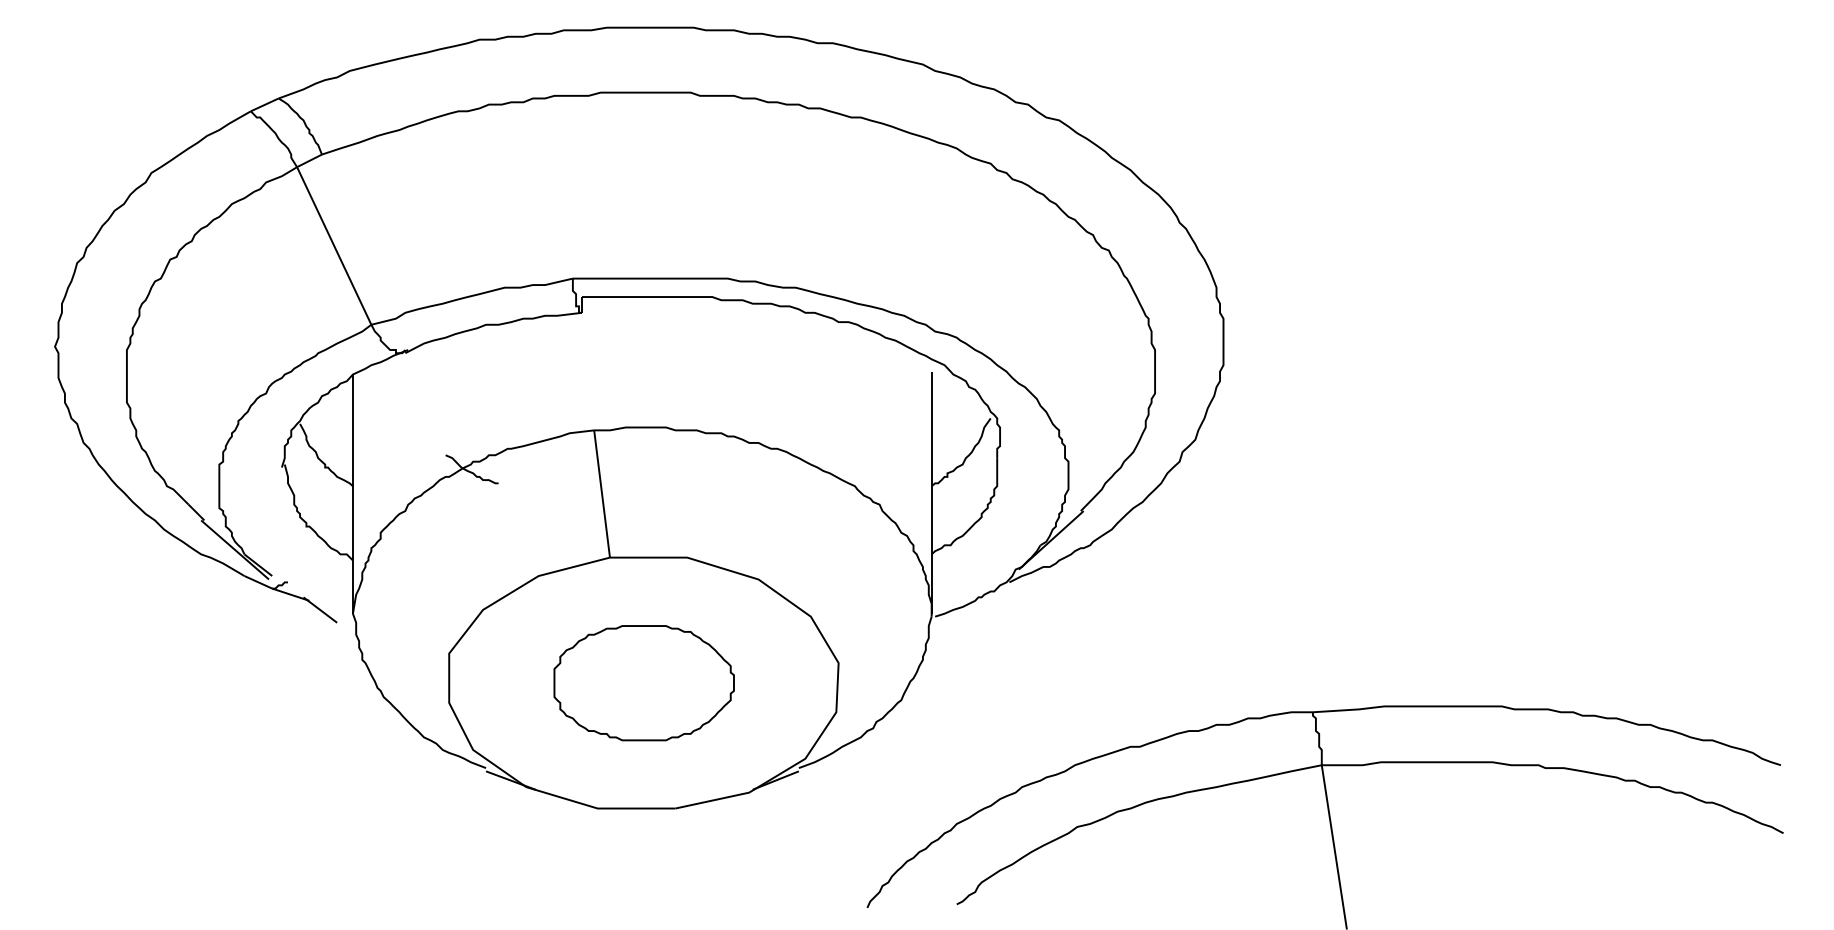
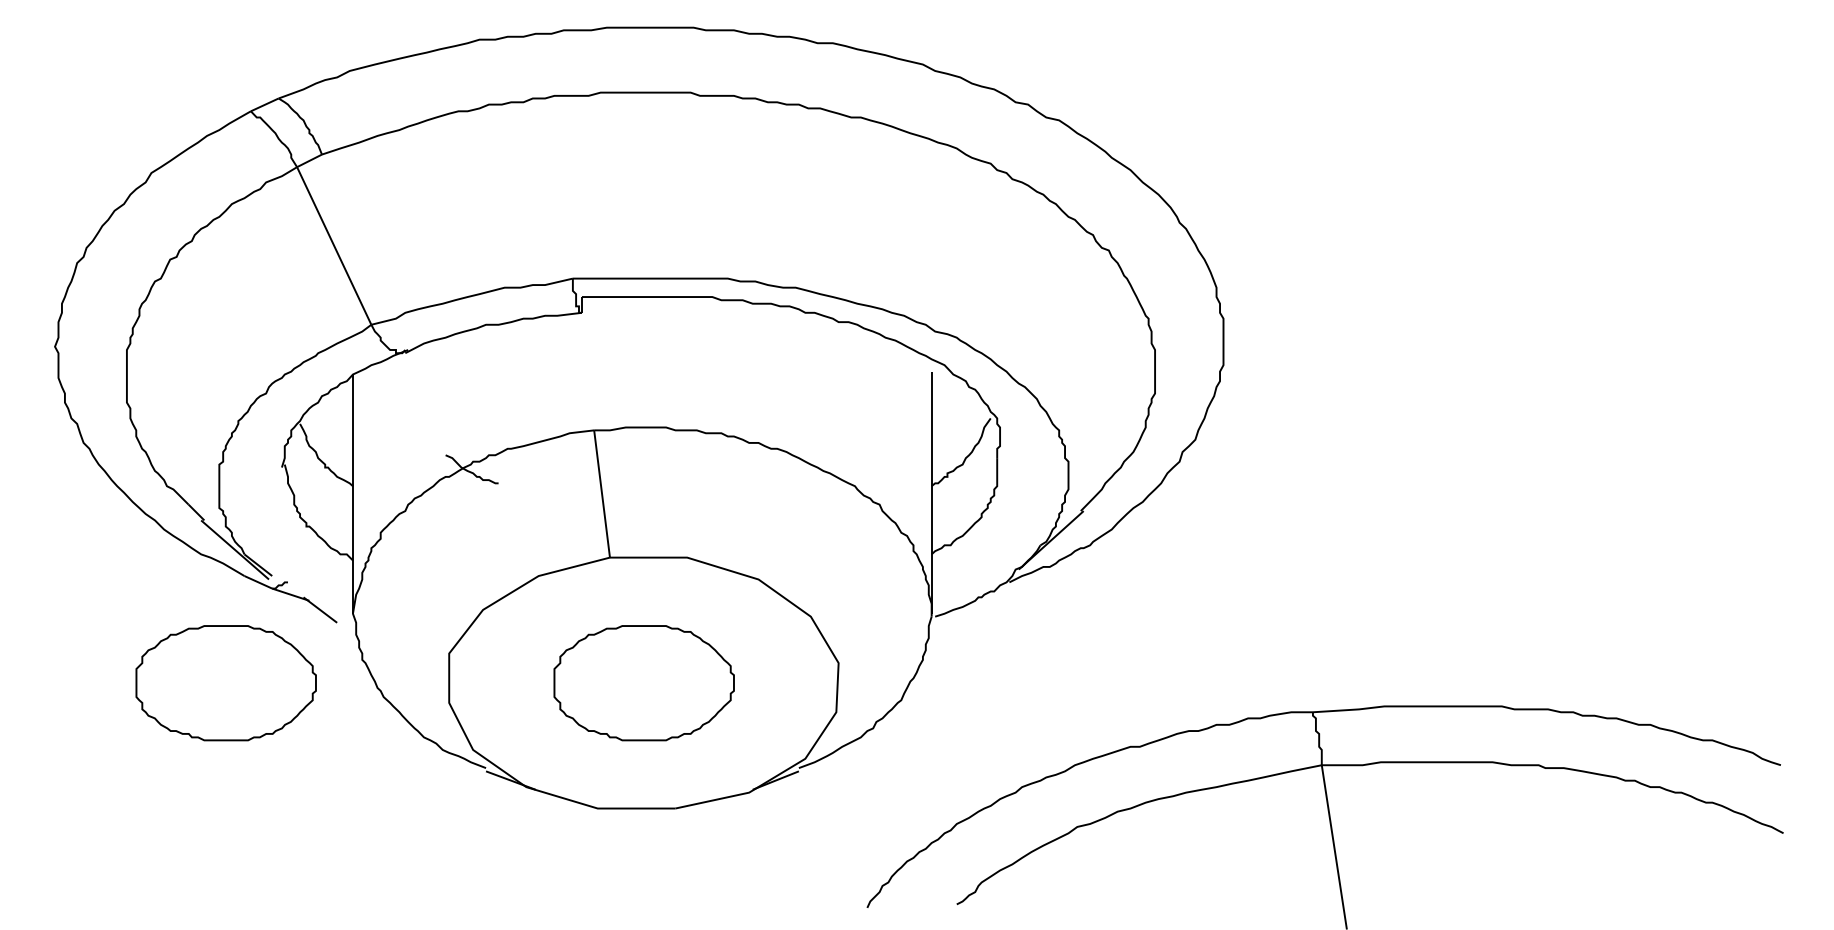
part at (225, 683): none -> present
